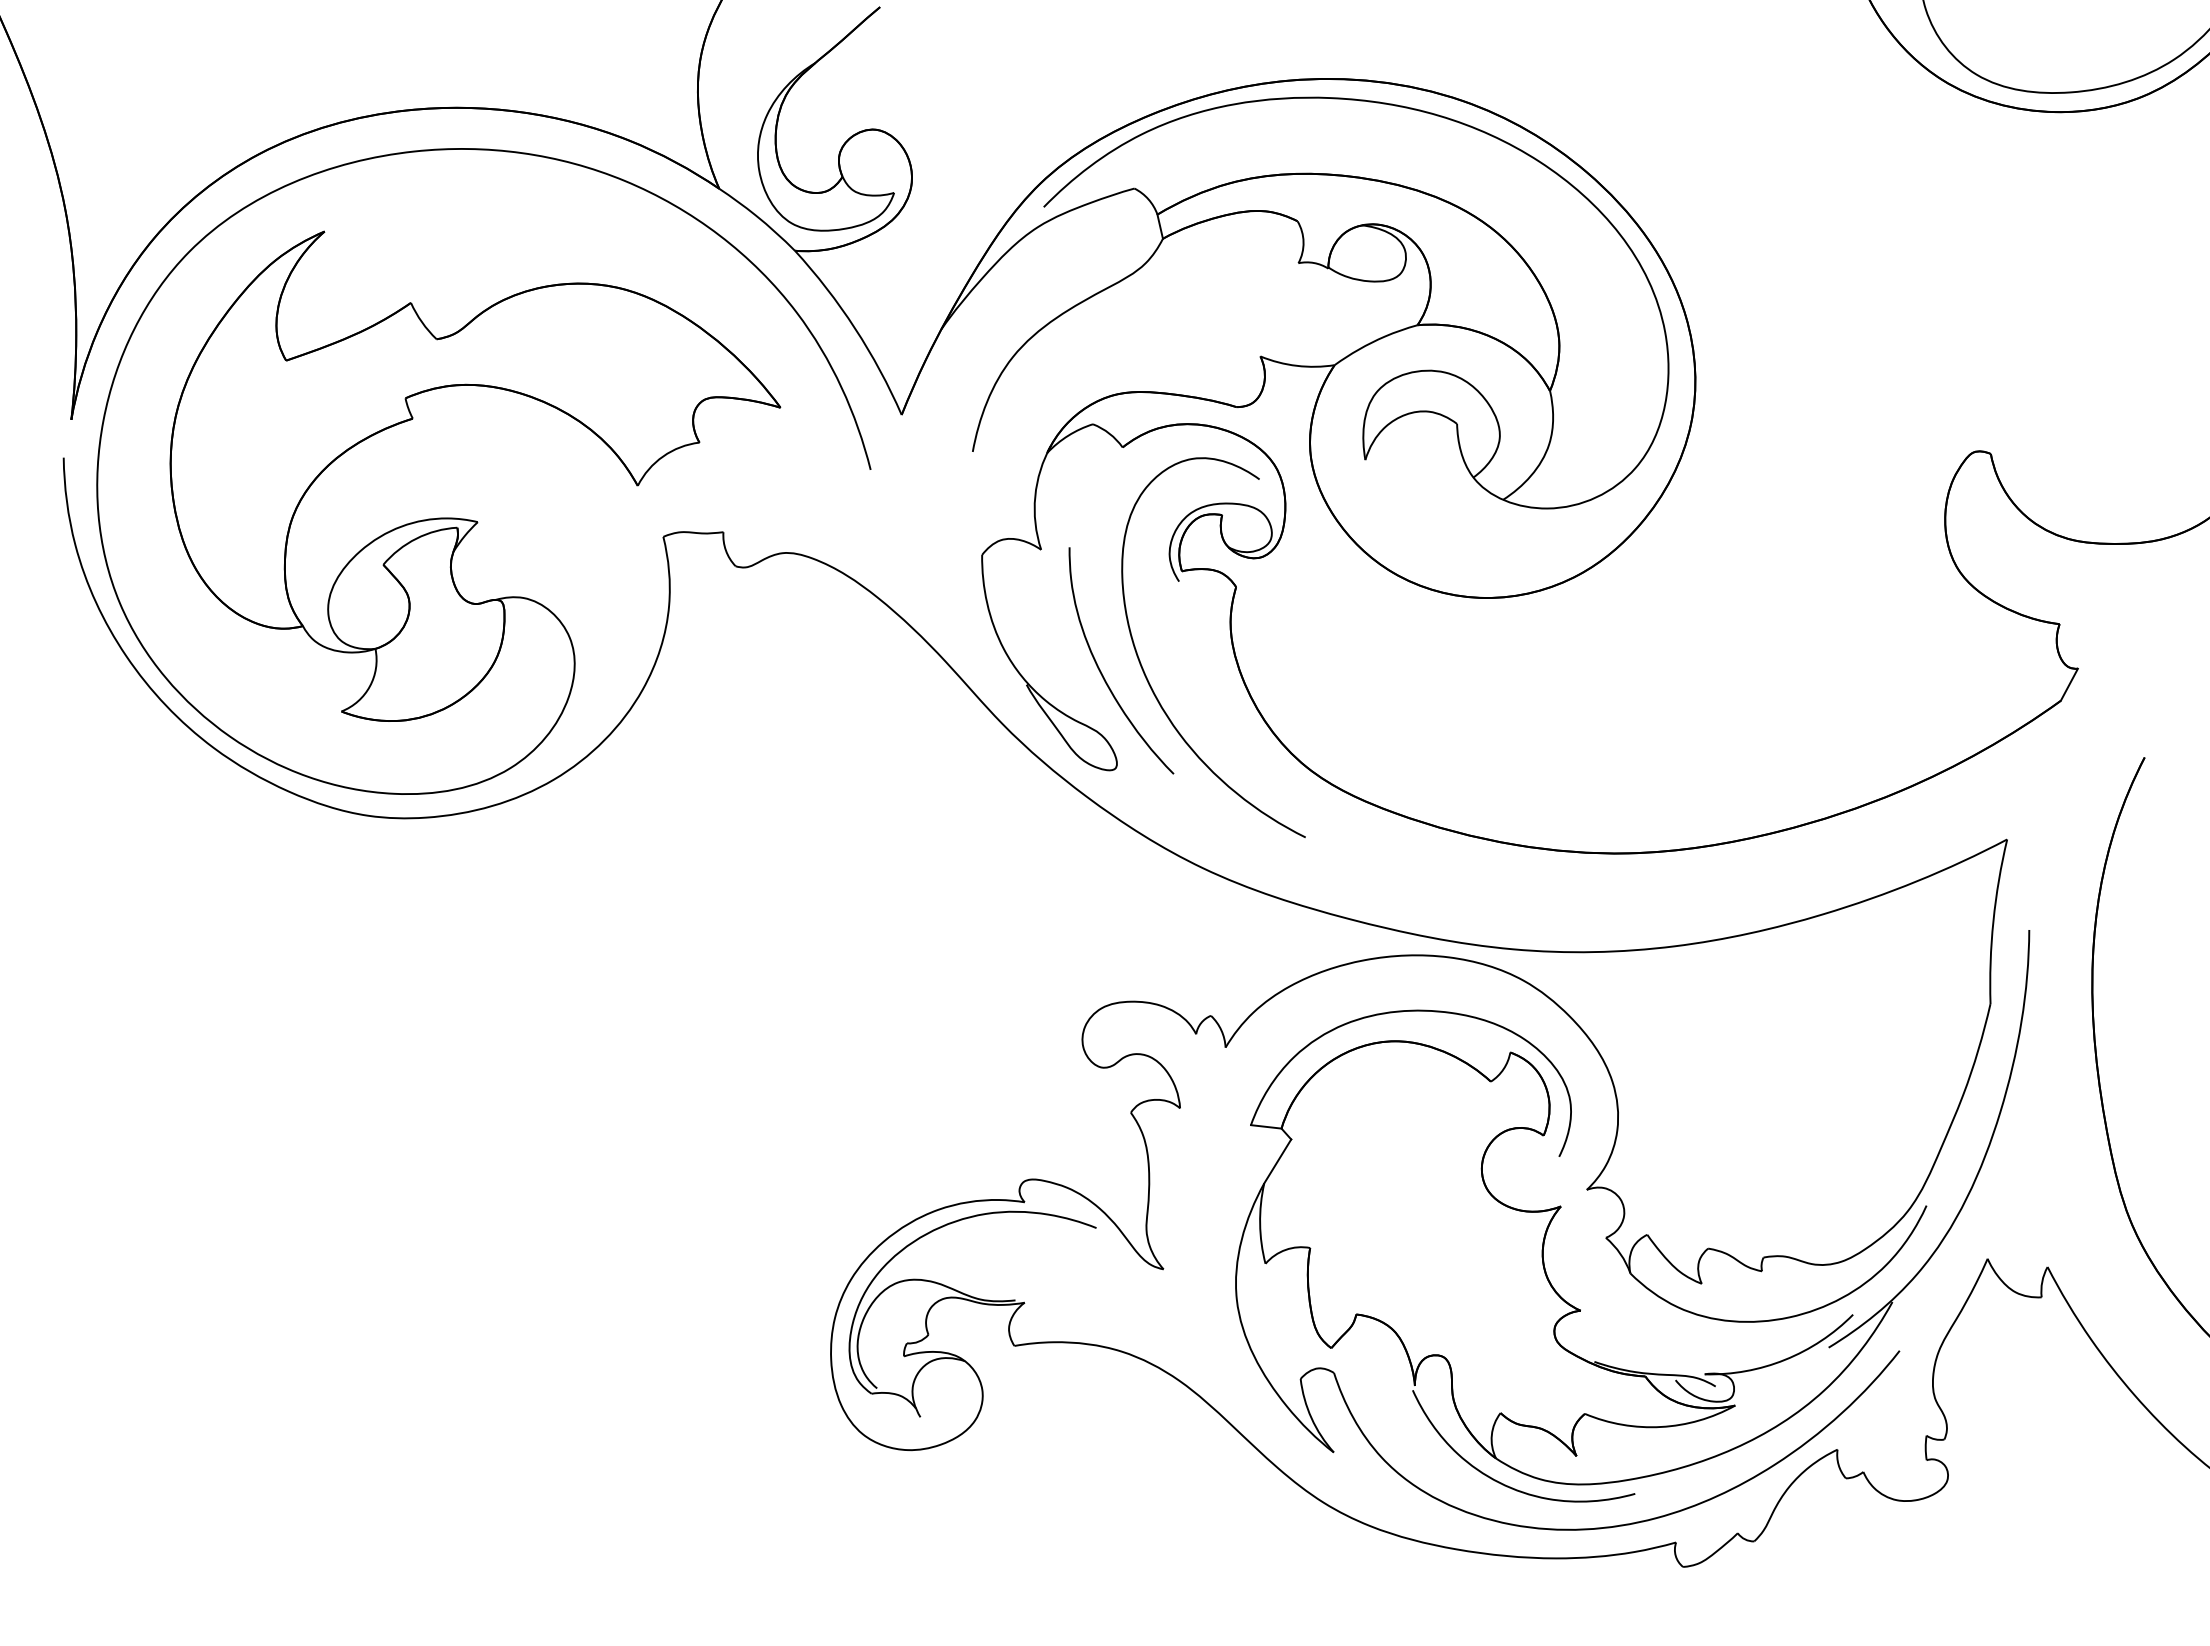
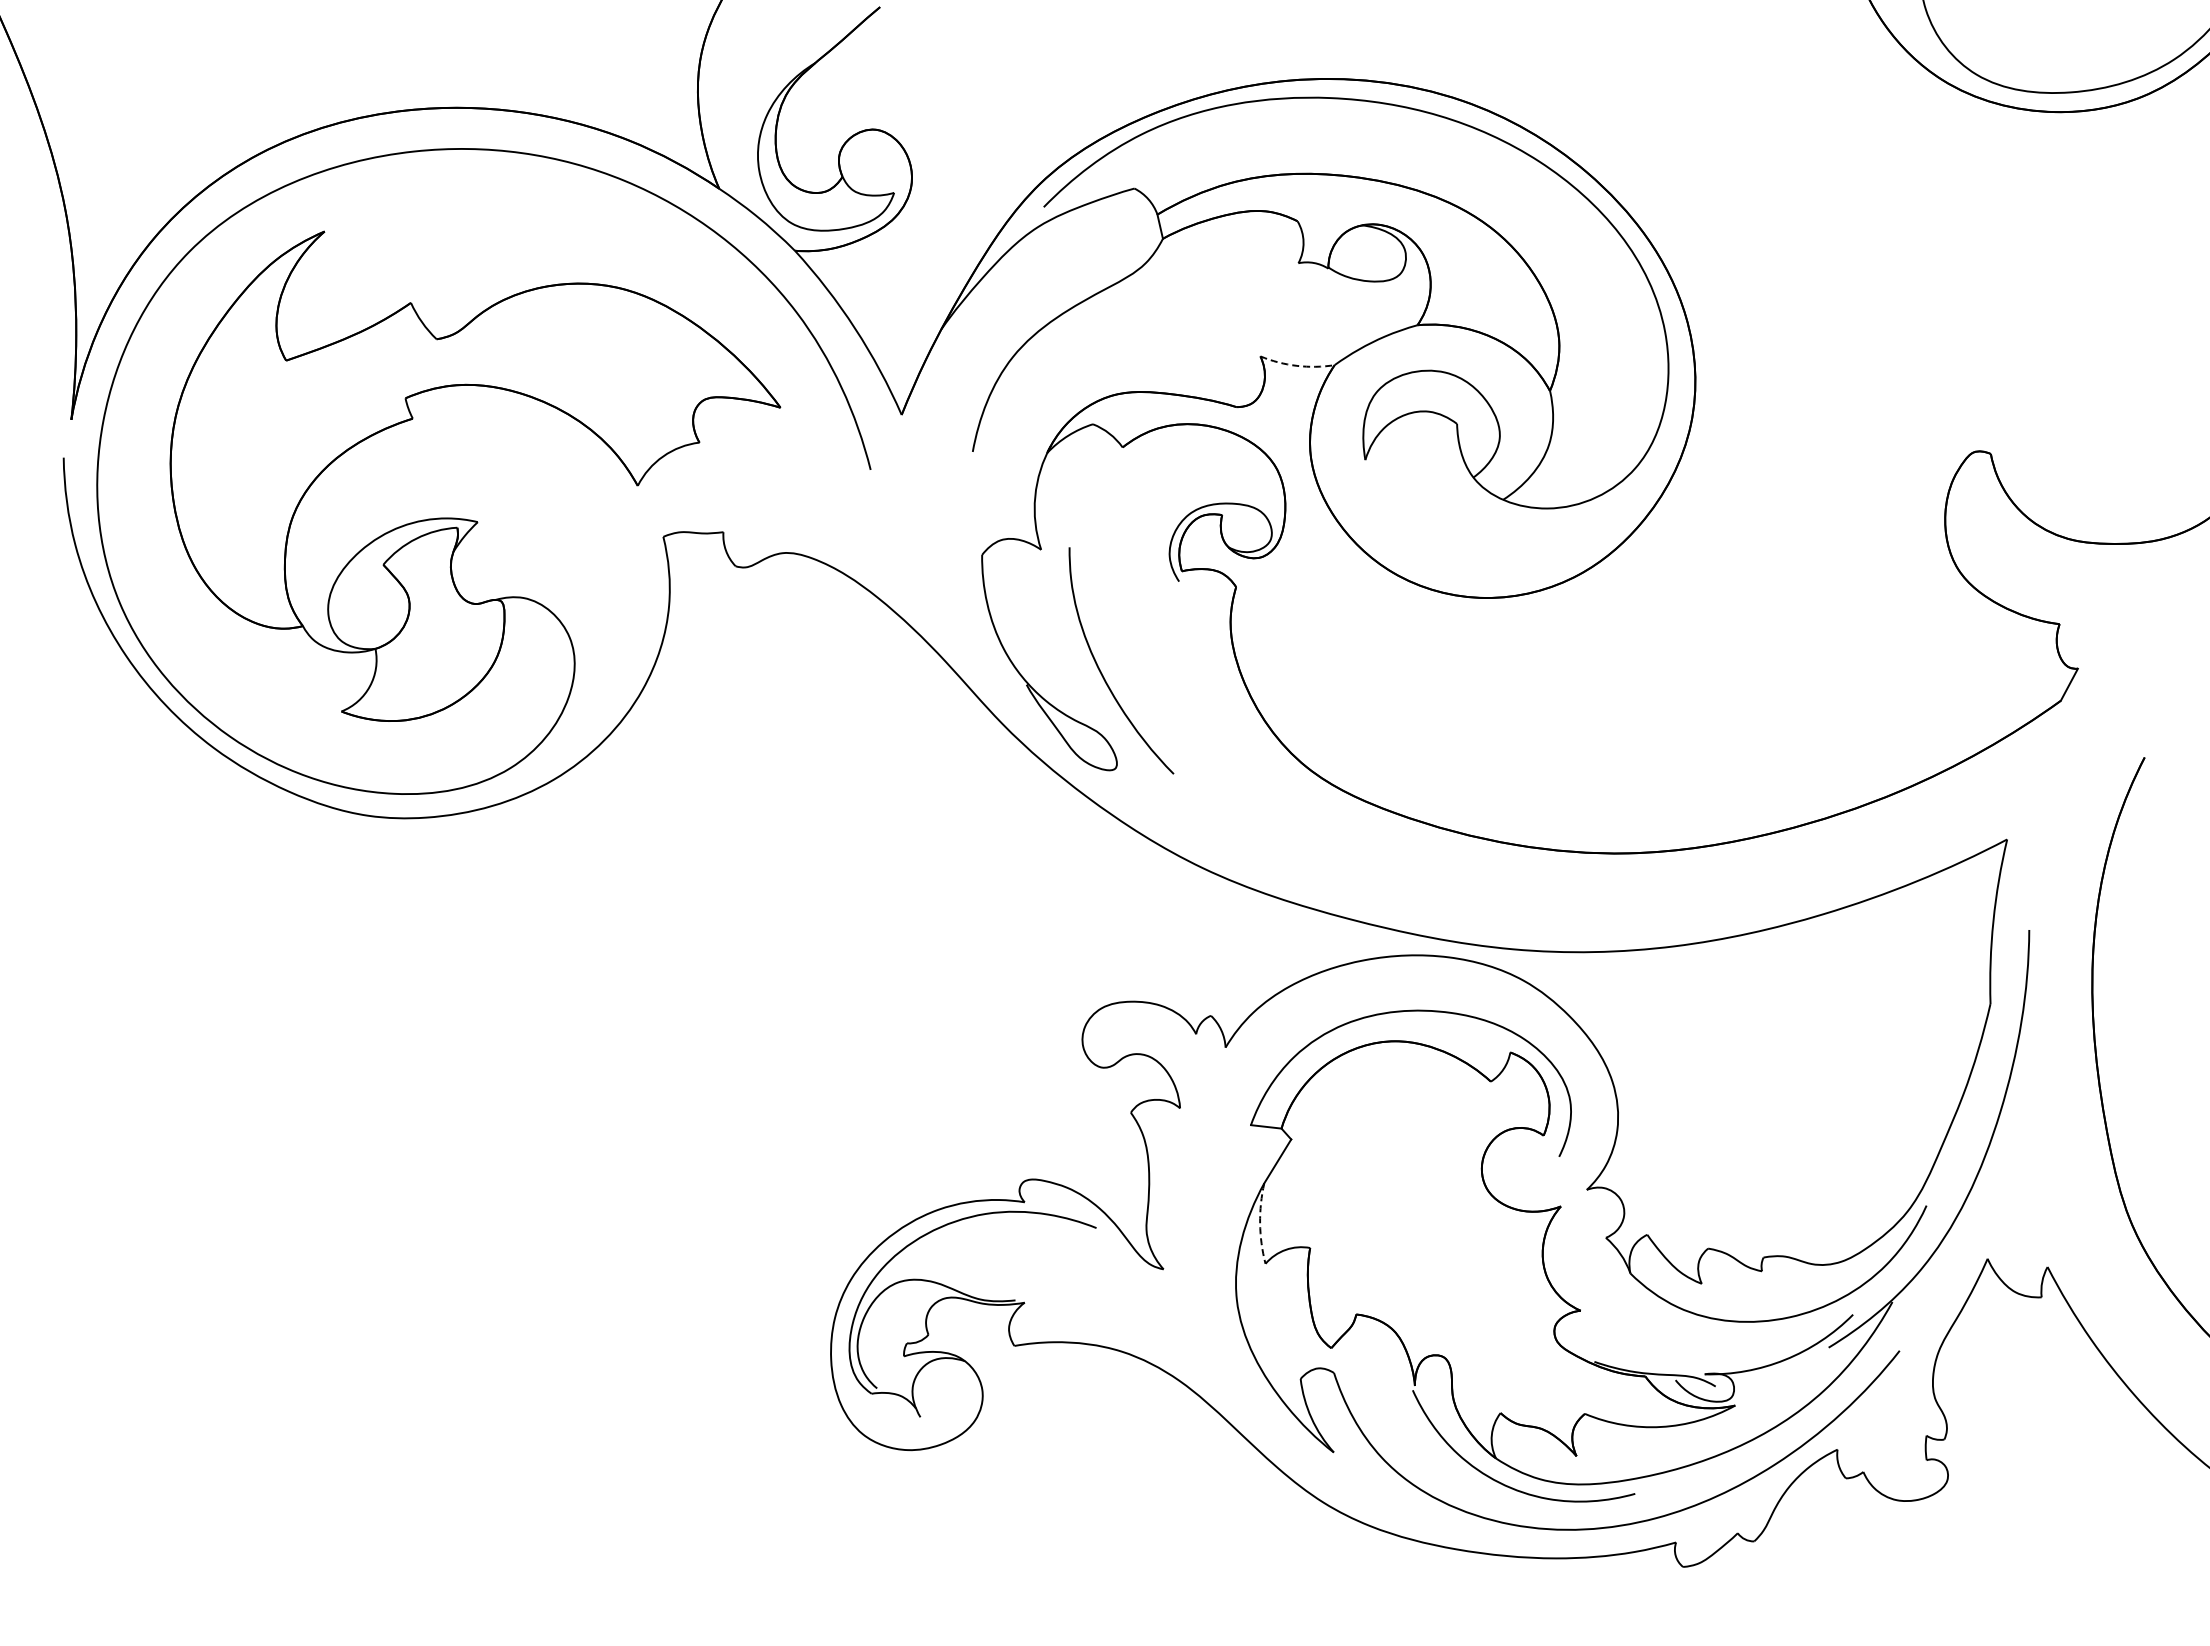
arc at (1297, 365): solid -> dashed
curve at (1148, 679): present -> none
arc at (1260, 1223): solid -> dashed
